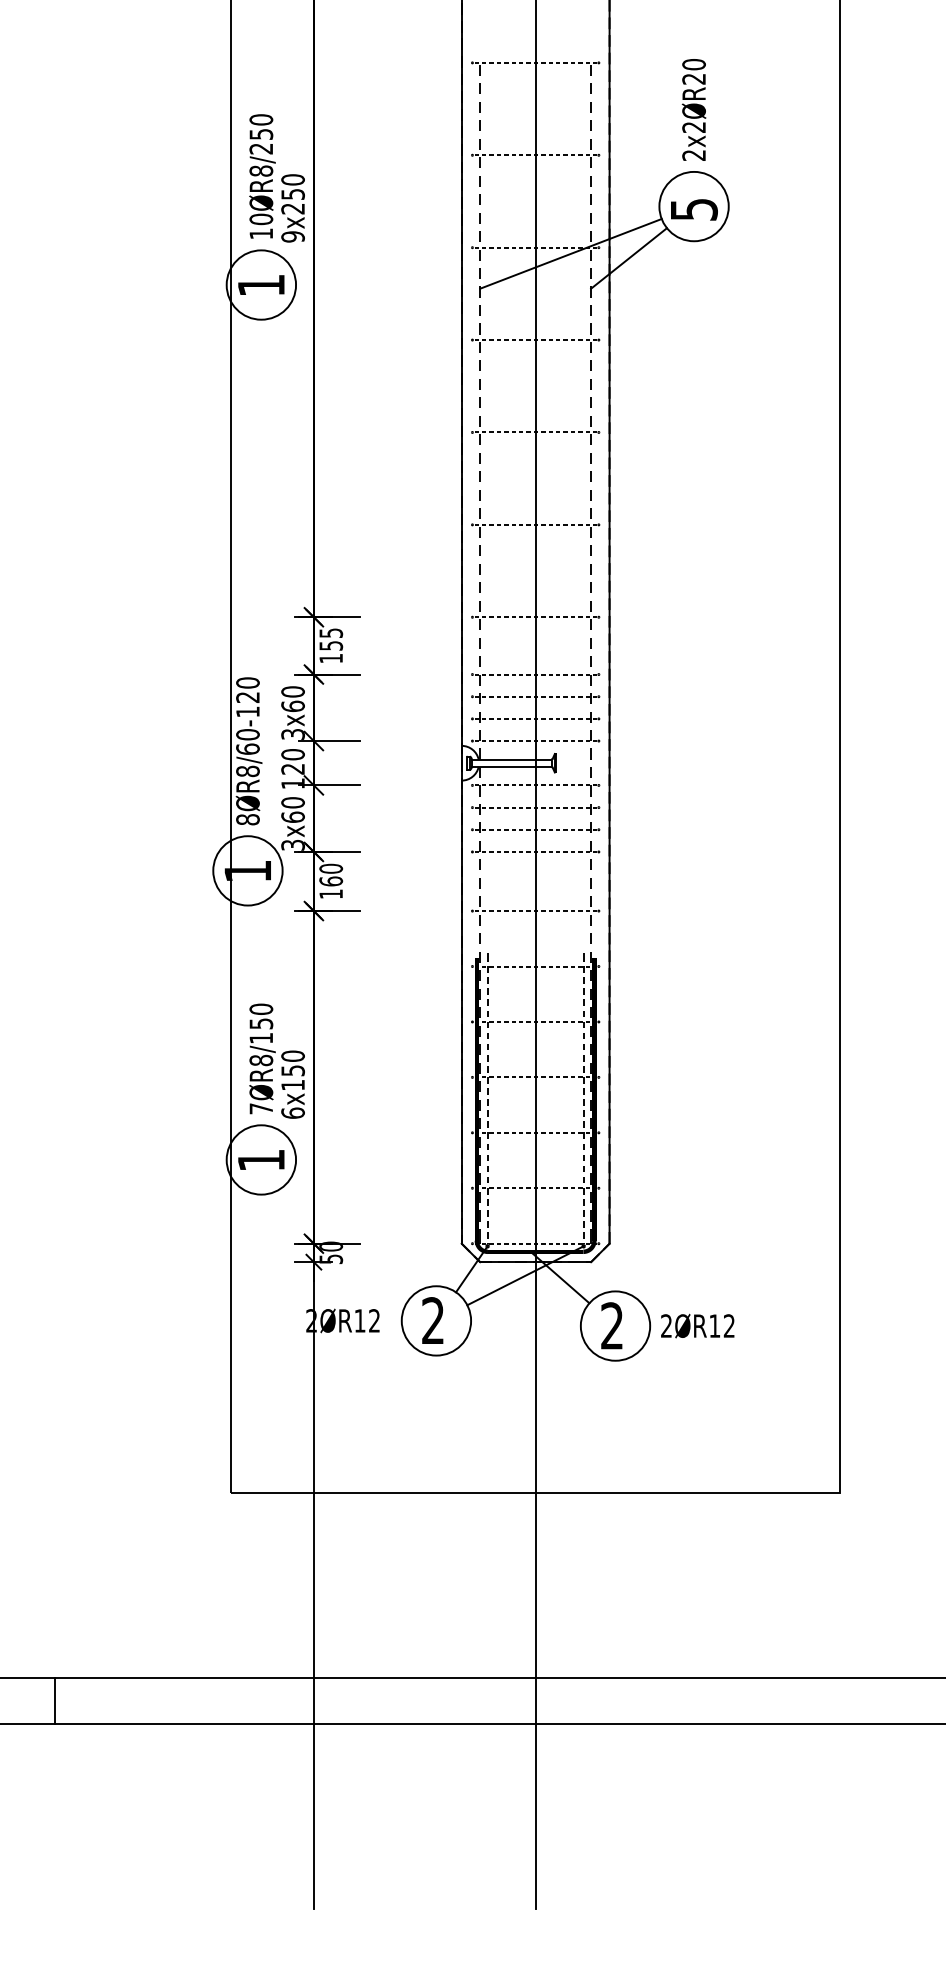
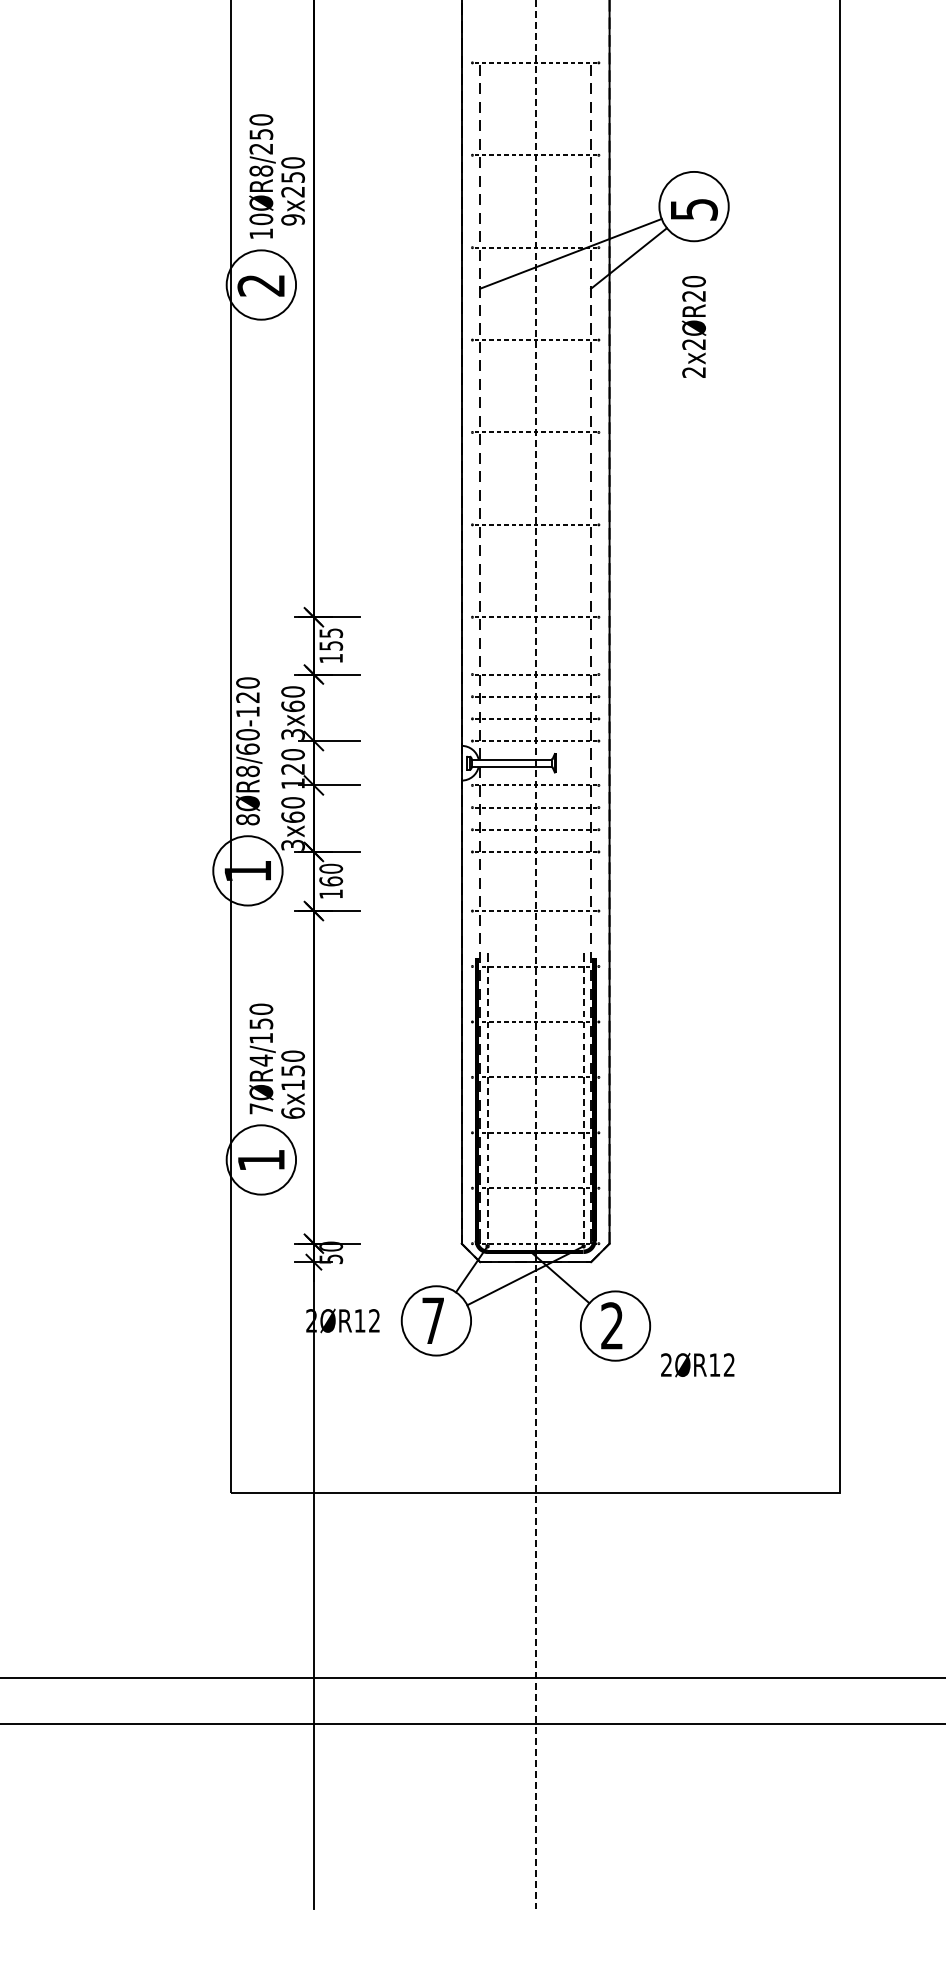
text at (693, 109) position: (693, 109) -> (693, 326)
text at (292, 208) position: (292, 208) -> (292, 191)
text at (260, 285): 1 -> 2
line at (535, 954): solid -> dashed
text at (261, 1060): 7ØR8/150 -> 7ØR4/150
text at (432, 1320): 2 -> 7
text at (697, 1325) position: (697, 1325) -> (697, 1364)
line at (55, 1700): present -> none
